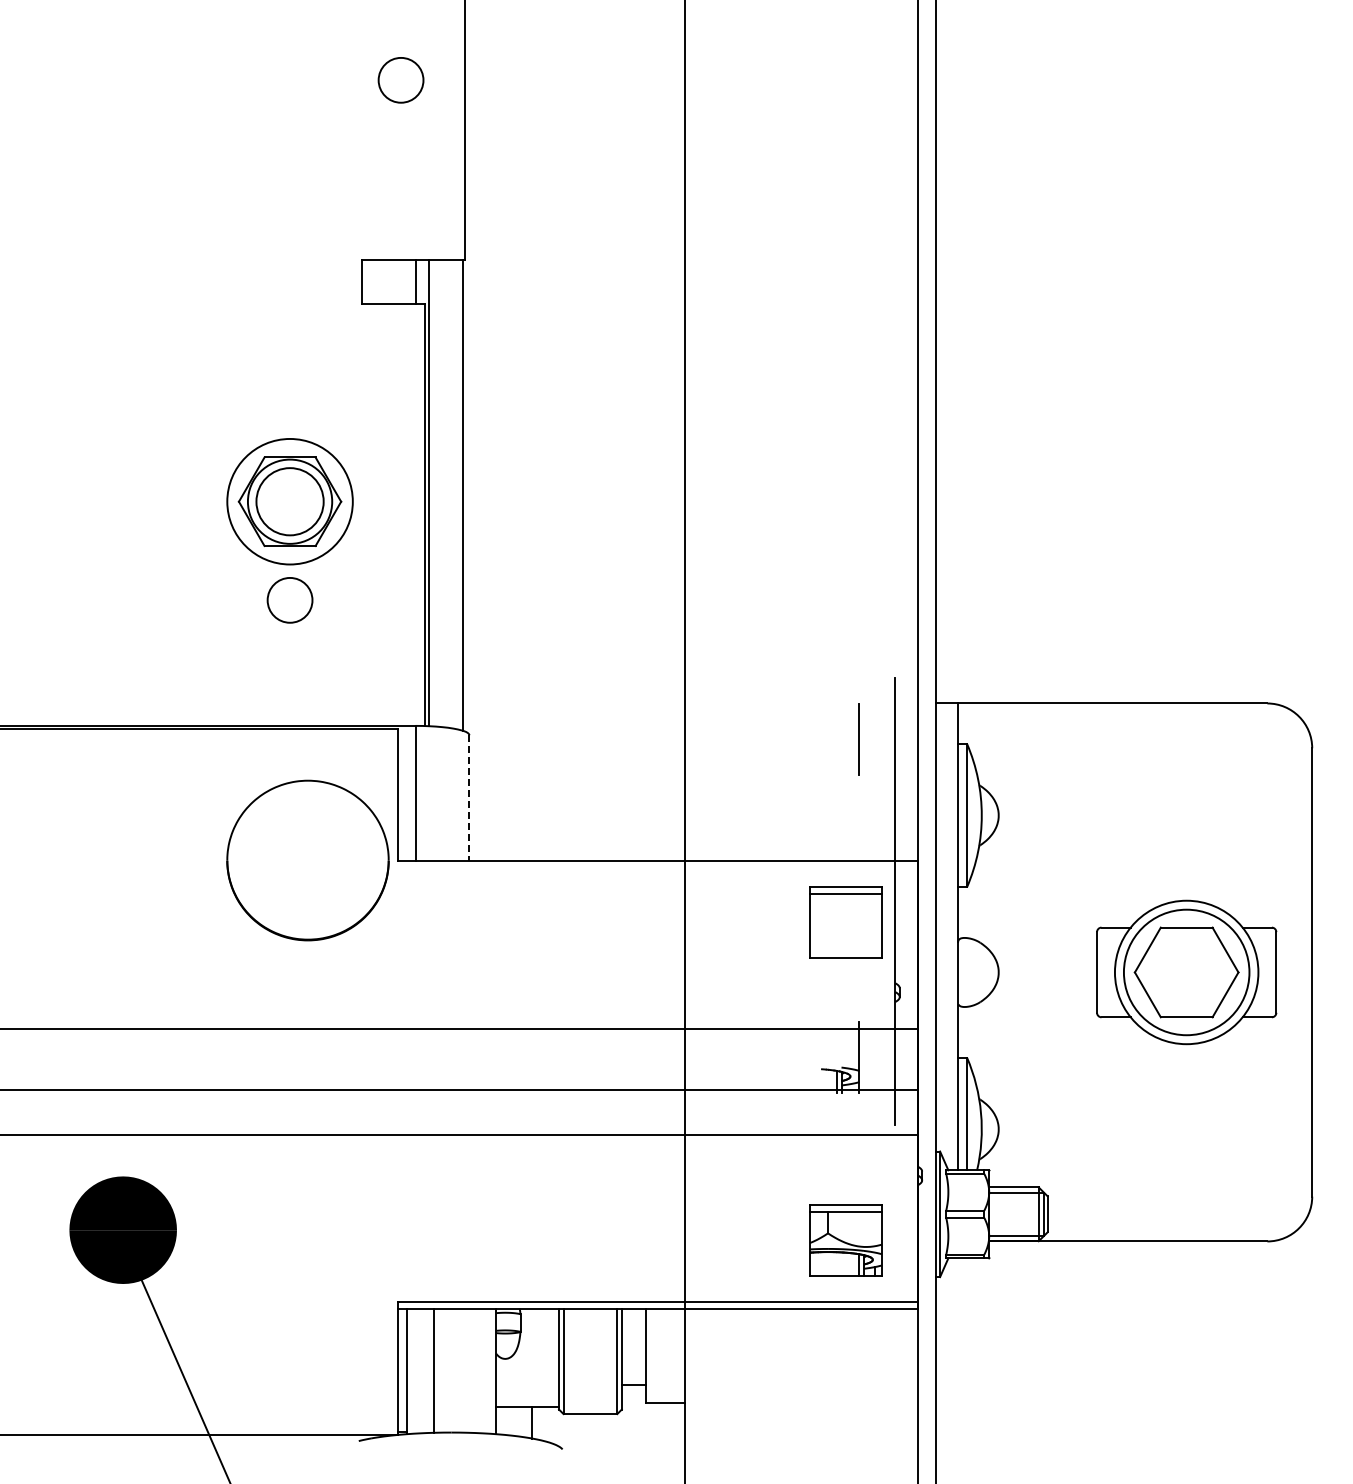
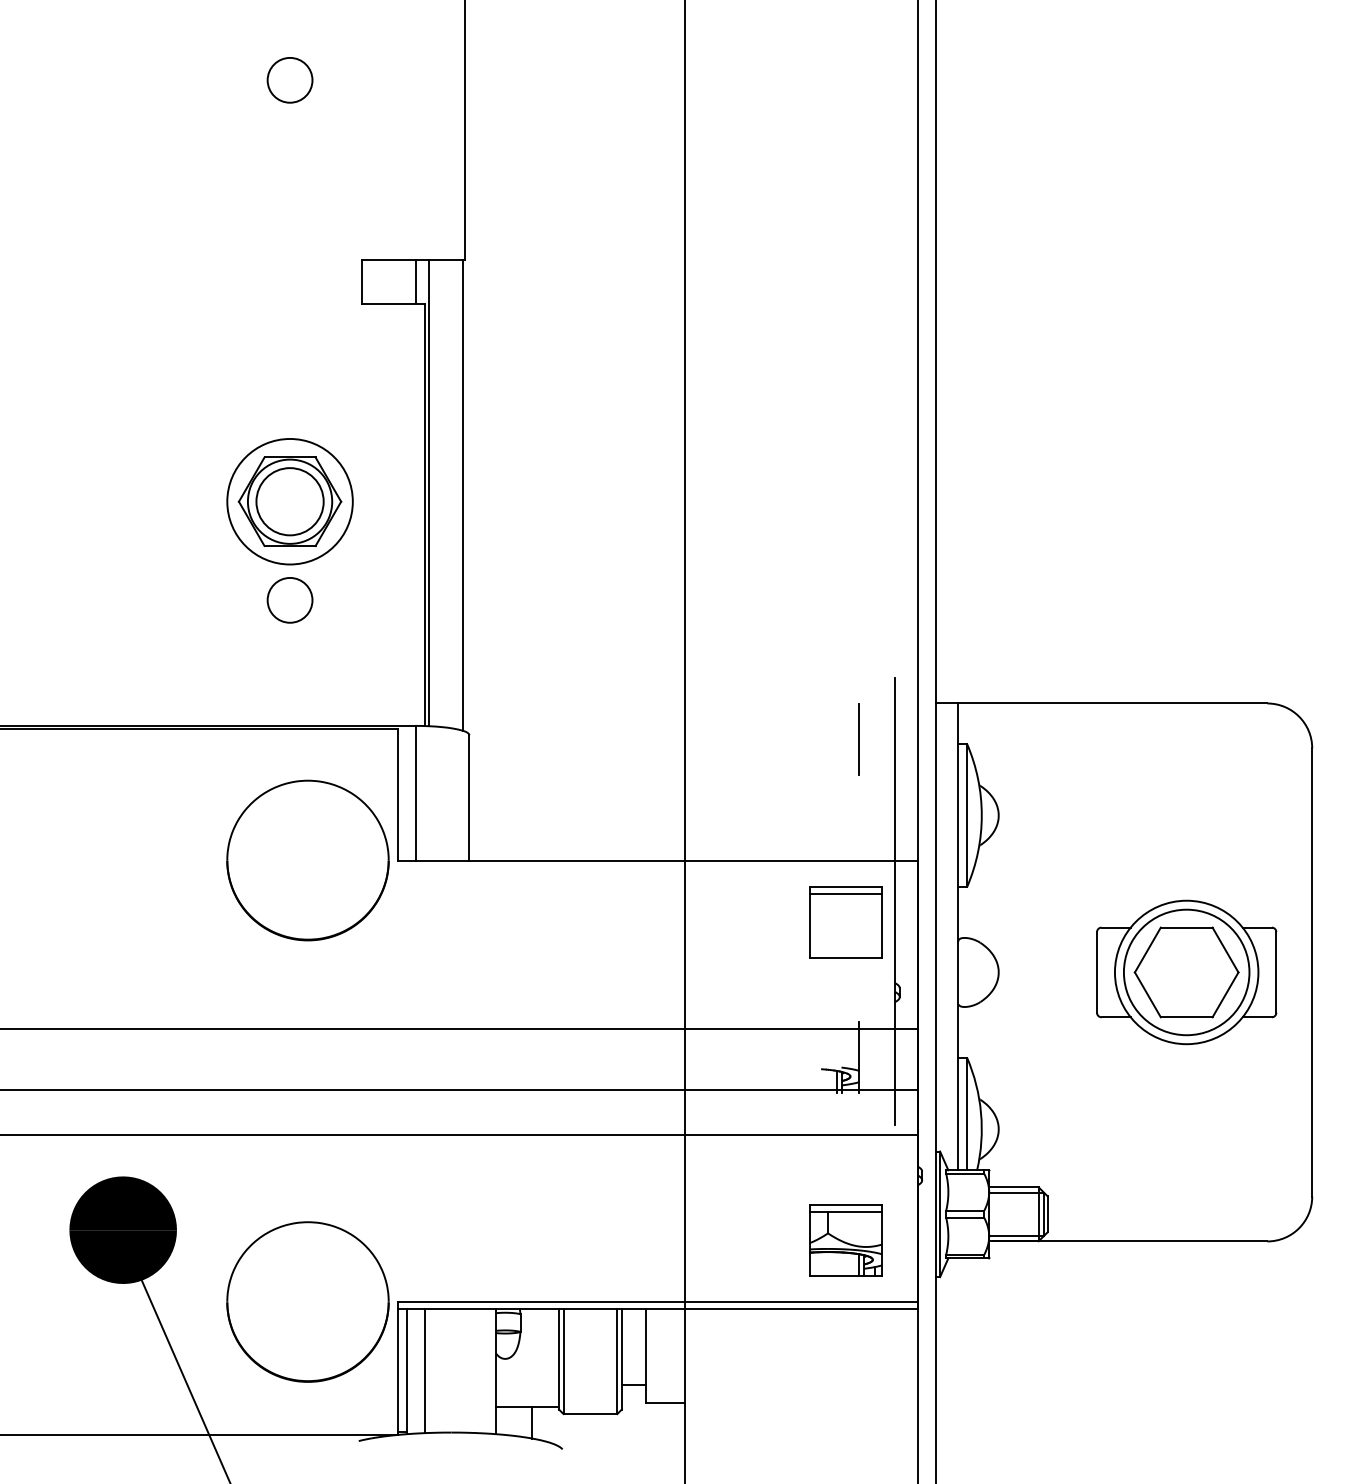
circle at (400, 80) position: (400, 80) -> (289, 80)
line at (469, 798): dashed -> solid
part at (307, 1301): none -> present
line at (433, 1370) position: (433, 1370) -> (424, 1370)
